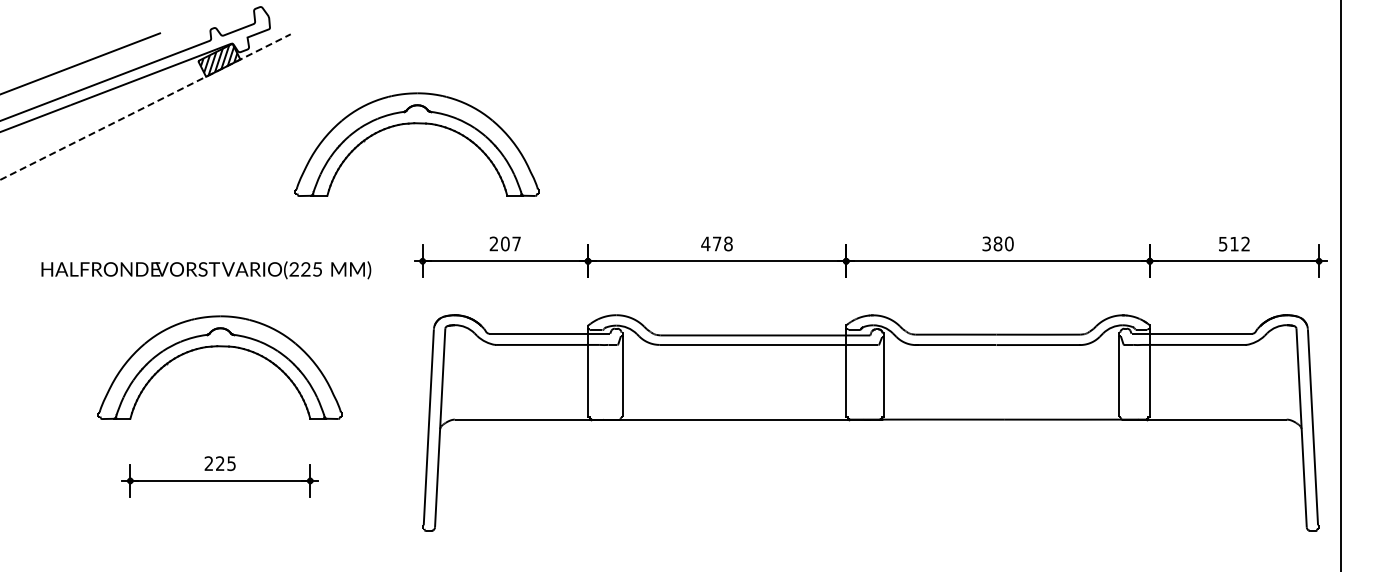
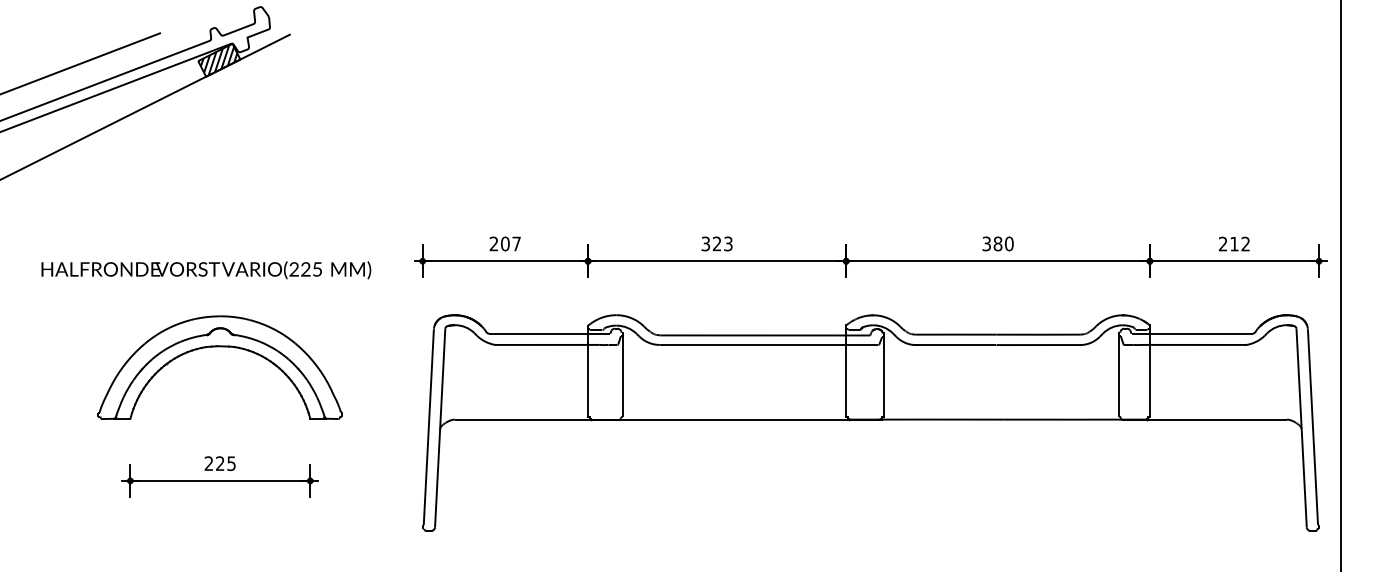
line at (145, 106): dashed -> solid
part at (416, 124): present -> none
text at (716, 243): 478 -> 323
text at (1223, 243): 512 -> 212
